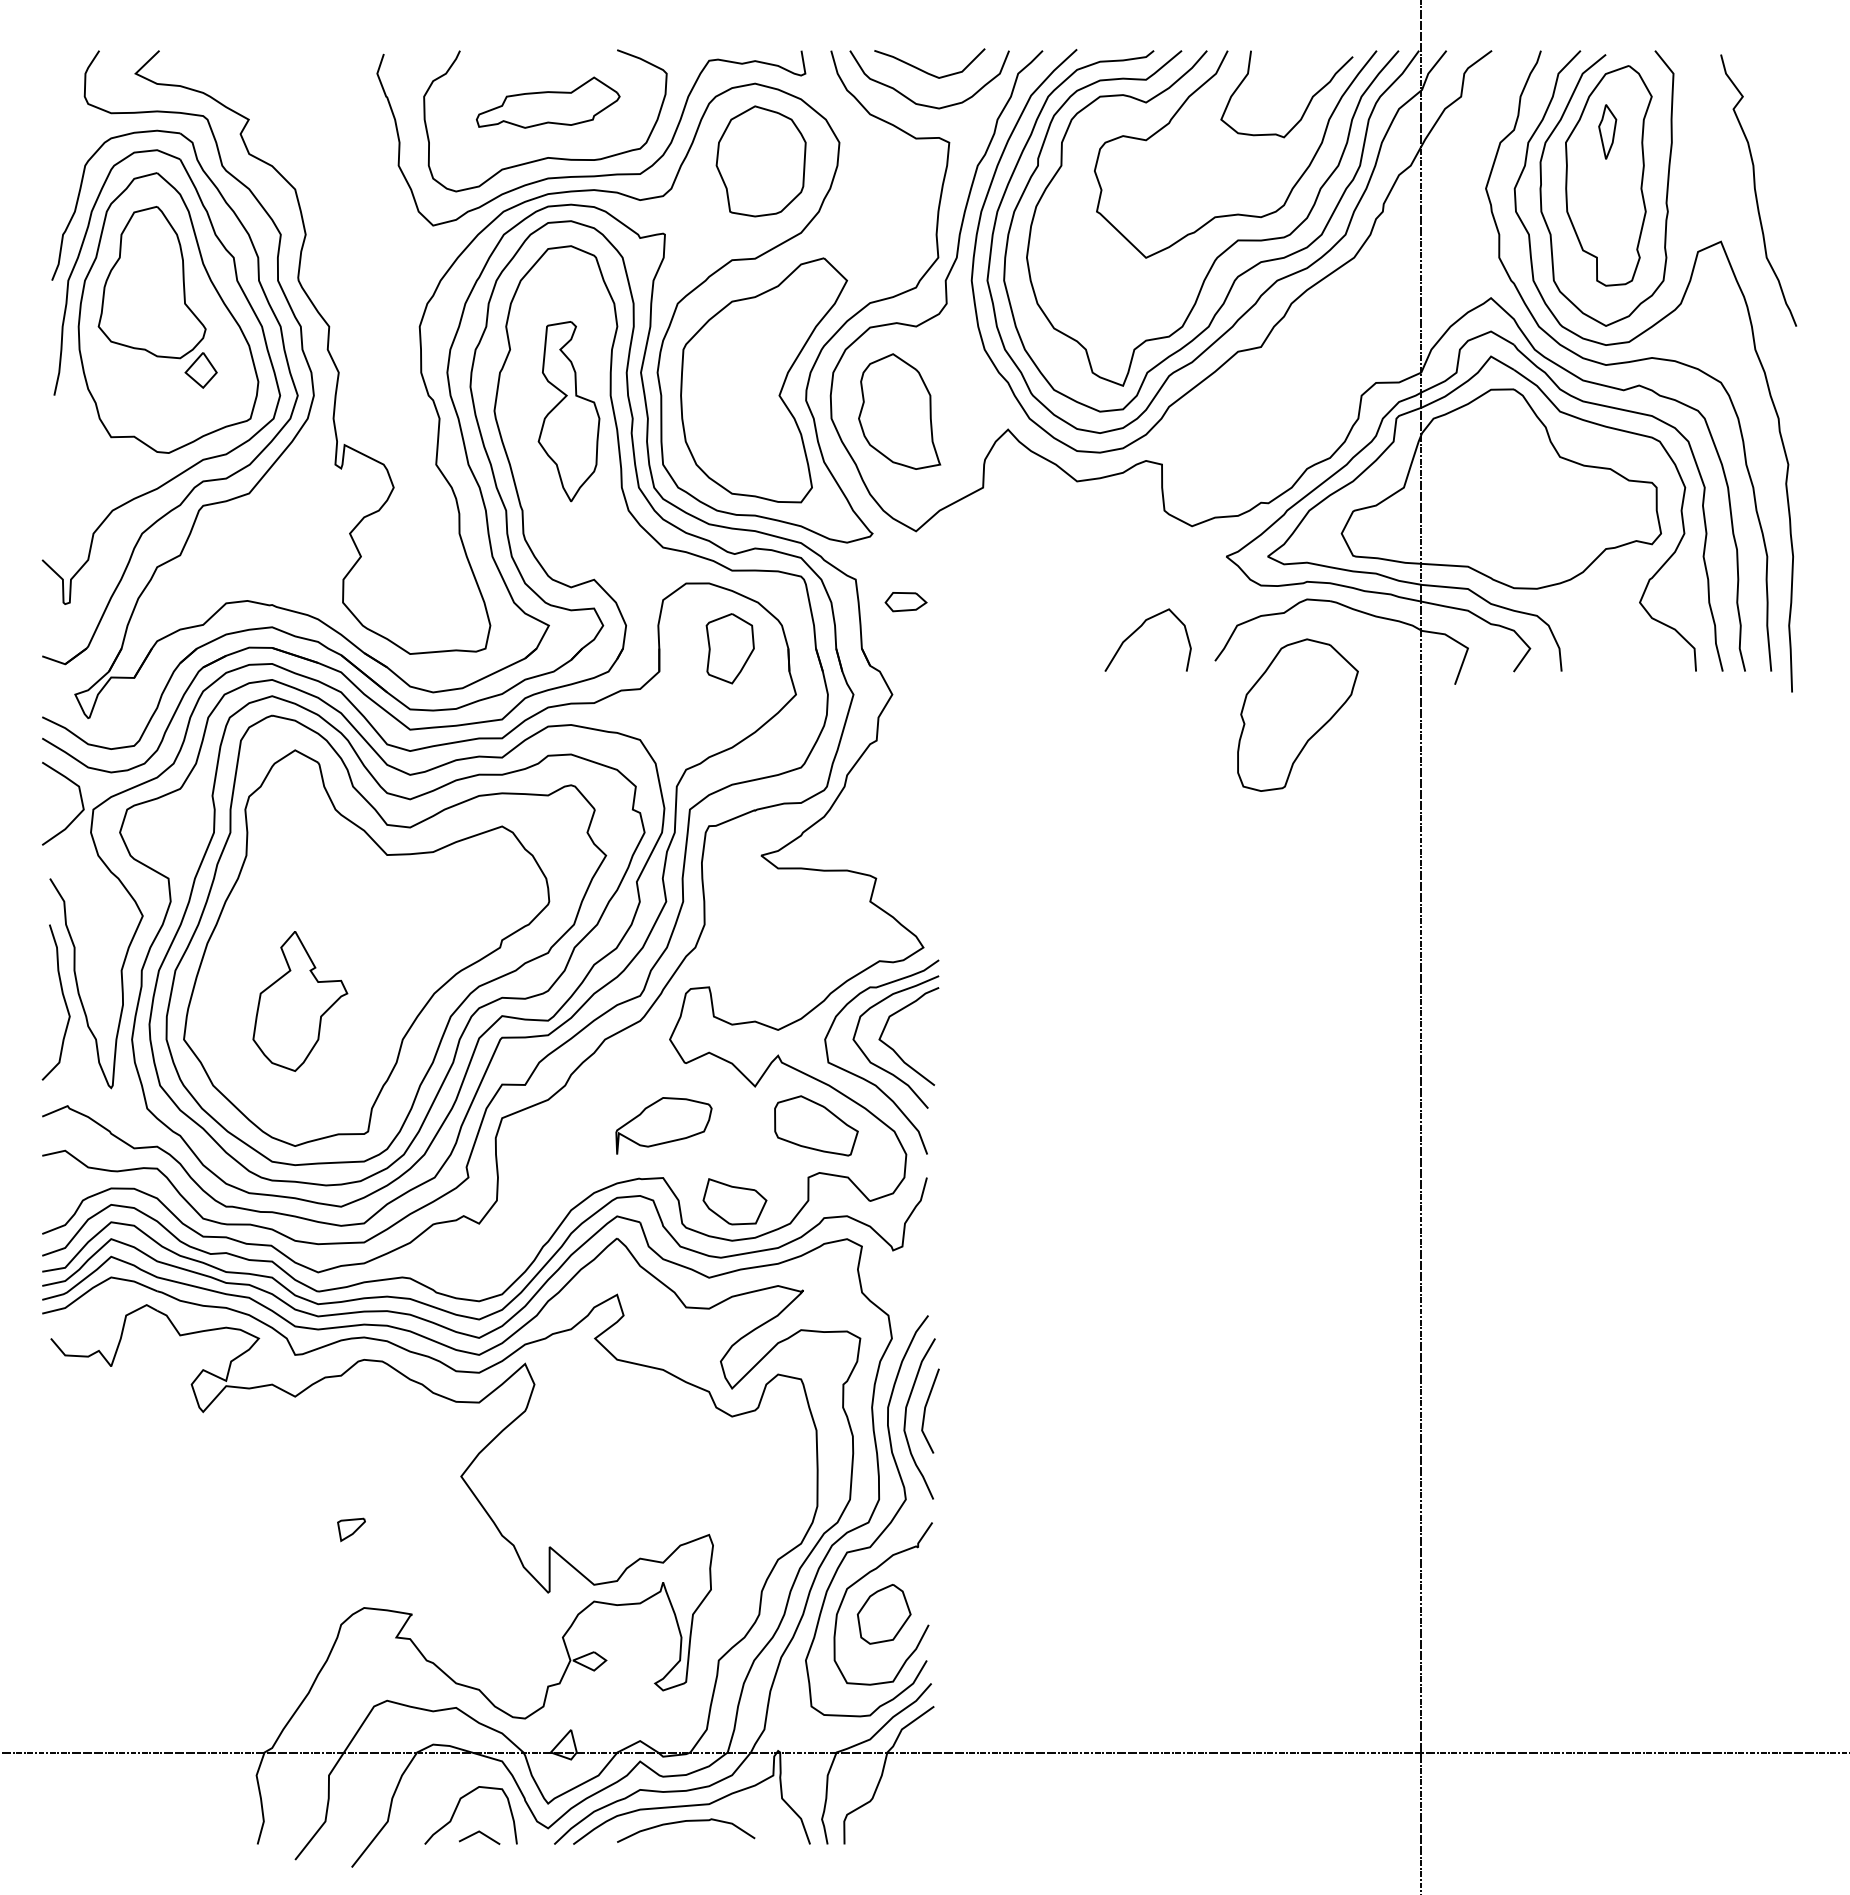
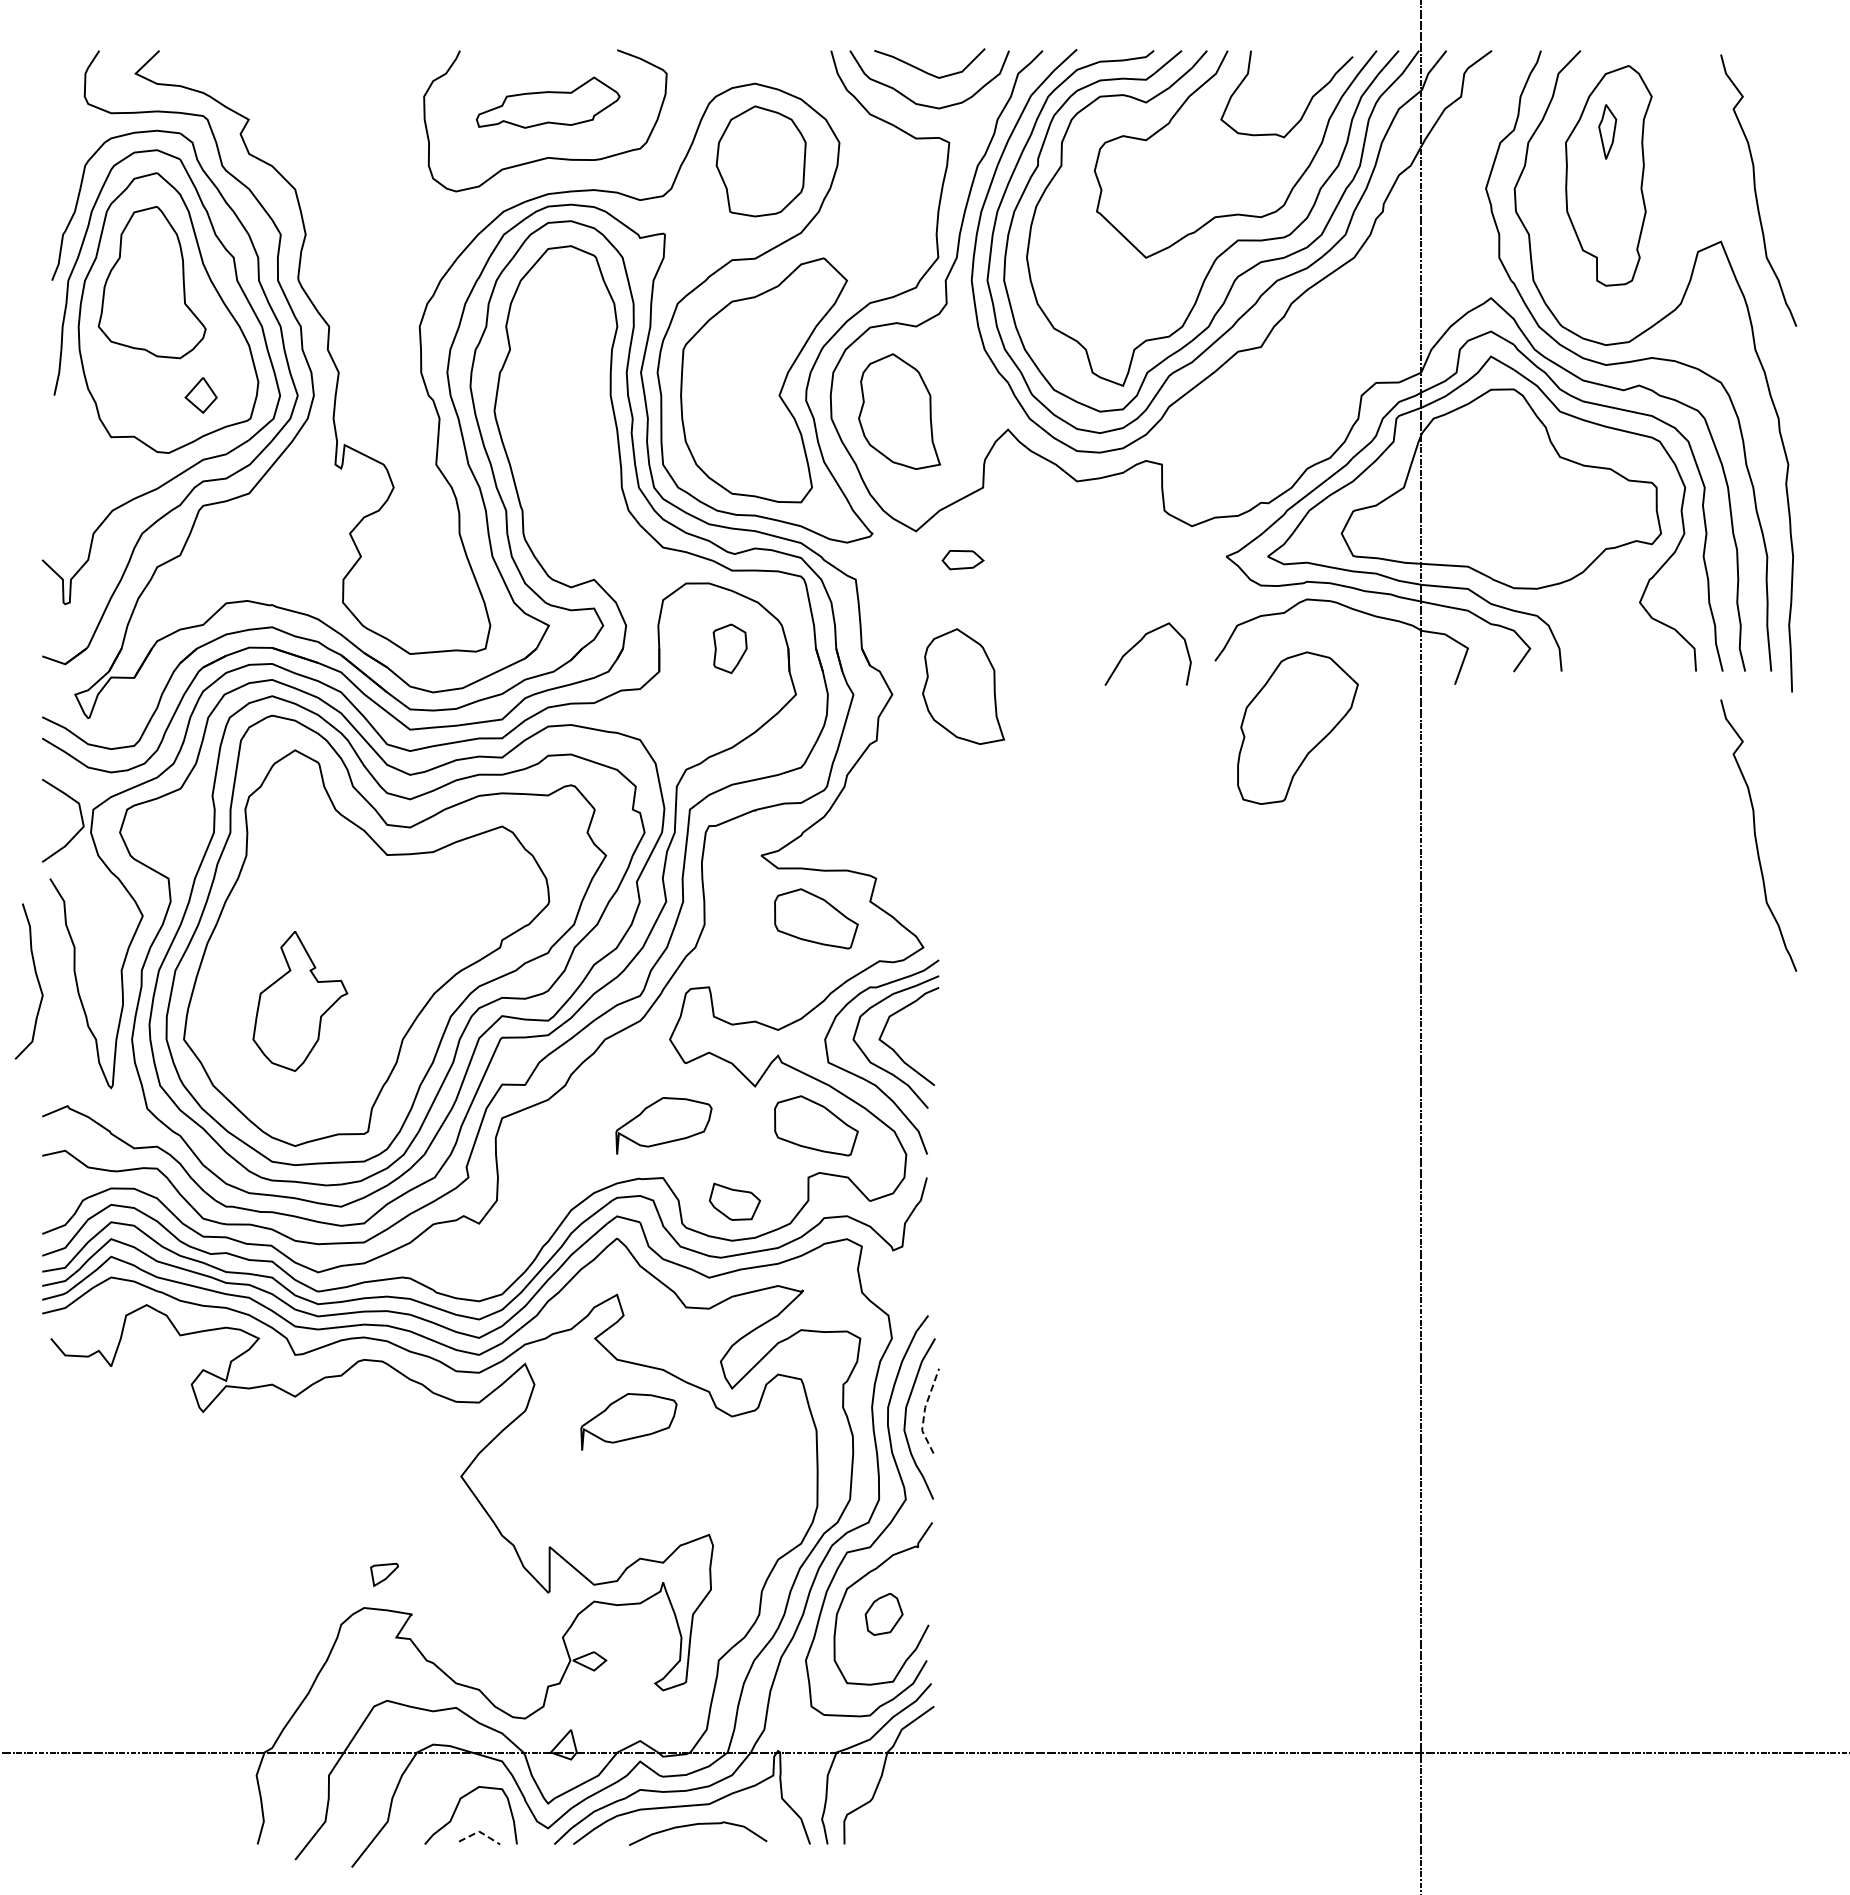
curve at (591, 175): present -> none
curve at (1666, 188): present -> none
part at (200, 370) position: (200, 370) -> (200, 395)
part at (568, 411): present -> none
part at (905, 602) position: (905, 602) -> (962, 560)
curve at (1138, 629) position: (1138, 629) -> (1138, 643)
part at (729, 648) size: 50x72 px -> 36x52 px
part at (963, 686): none -> present
part at (1297, 714) position: (1297, 714) -> (1297, 727)
curve at (80, 799) position: (80, 799) -> (80, 816)
curve at (1756, 835): none -> present
part at (816, 918): none -> present
curve at (63, 999) position: (63, 999) -> (36, 978)
part at (734, 1201) size: 66x48 px -> 53x39 px
line at (924, 1411): solid -> dashed
part at (628, 1421): none -> present
part at (351, 1529) position: (351, 1529) -> (384, 1574)
part at (883, 1614) size: 56x61 px -> 40x43 px
curve at (684, 1822) position: (684, 1822) -> (696, 1825)
line at (480, 1831): solid -> dashed
